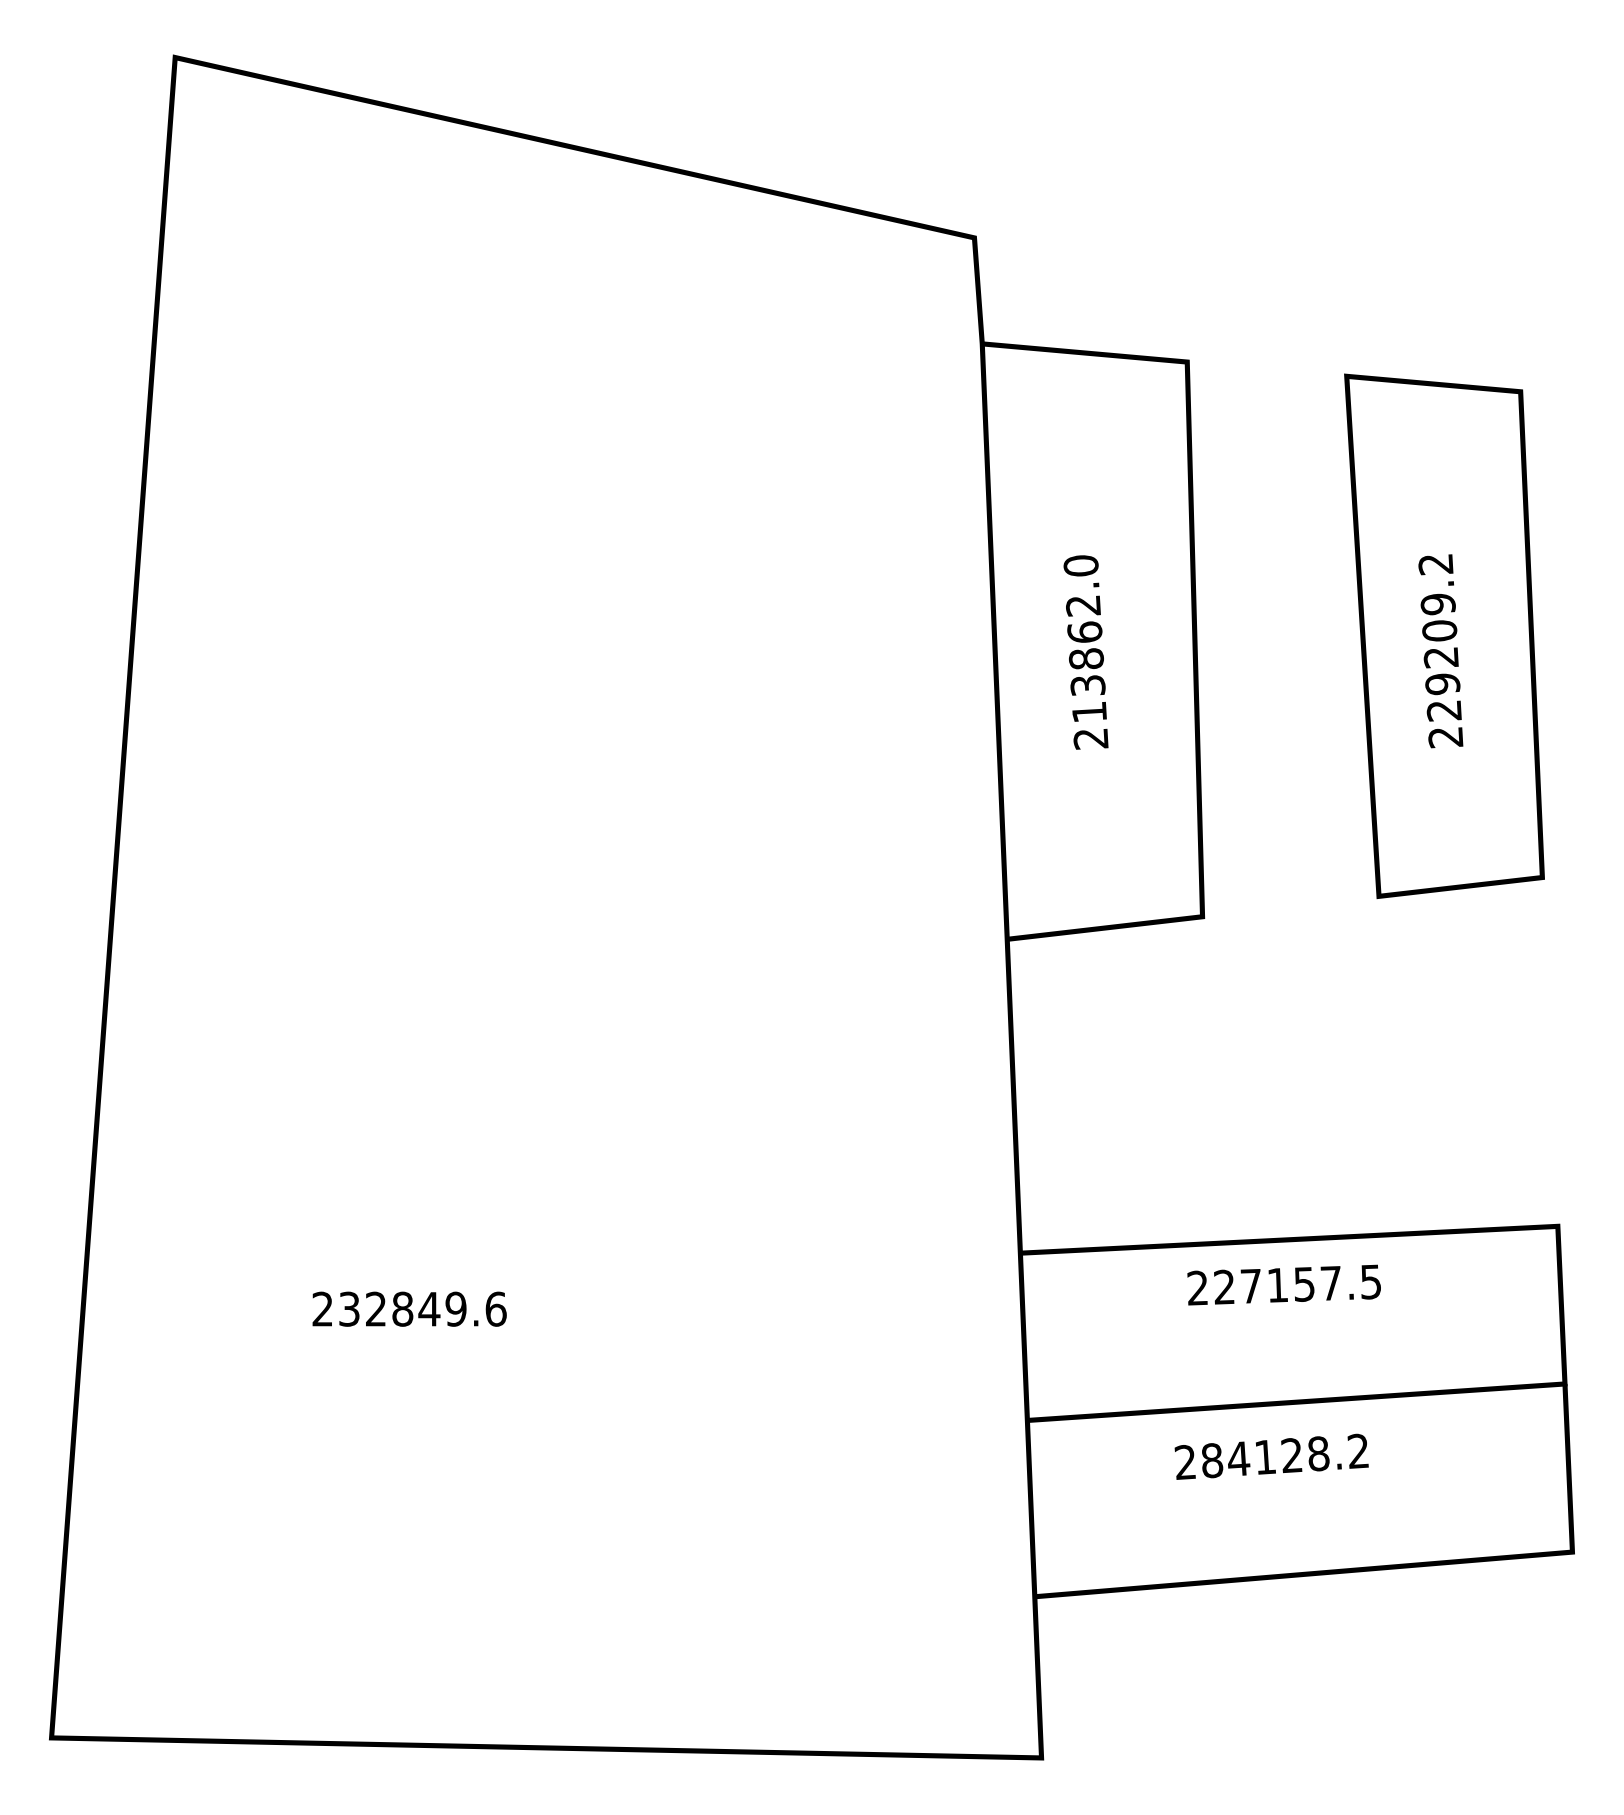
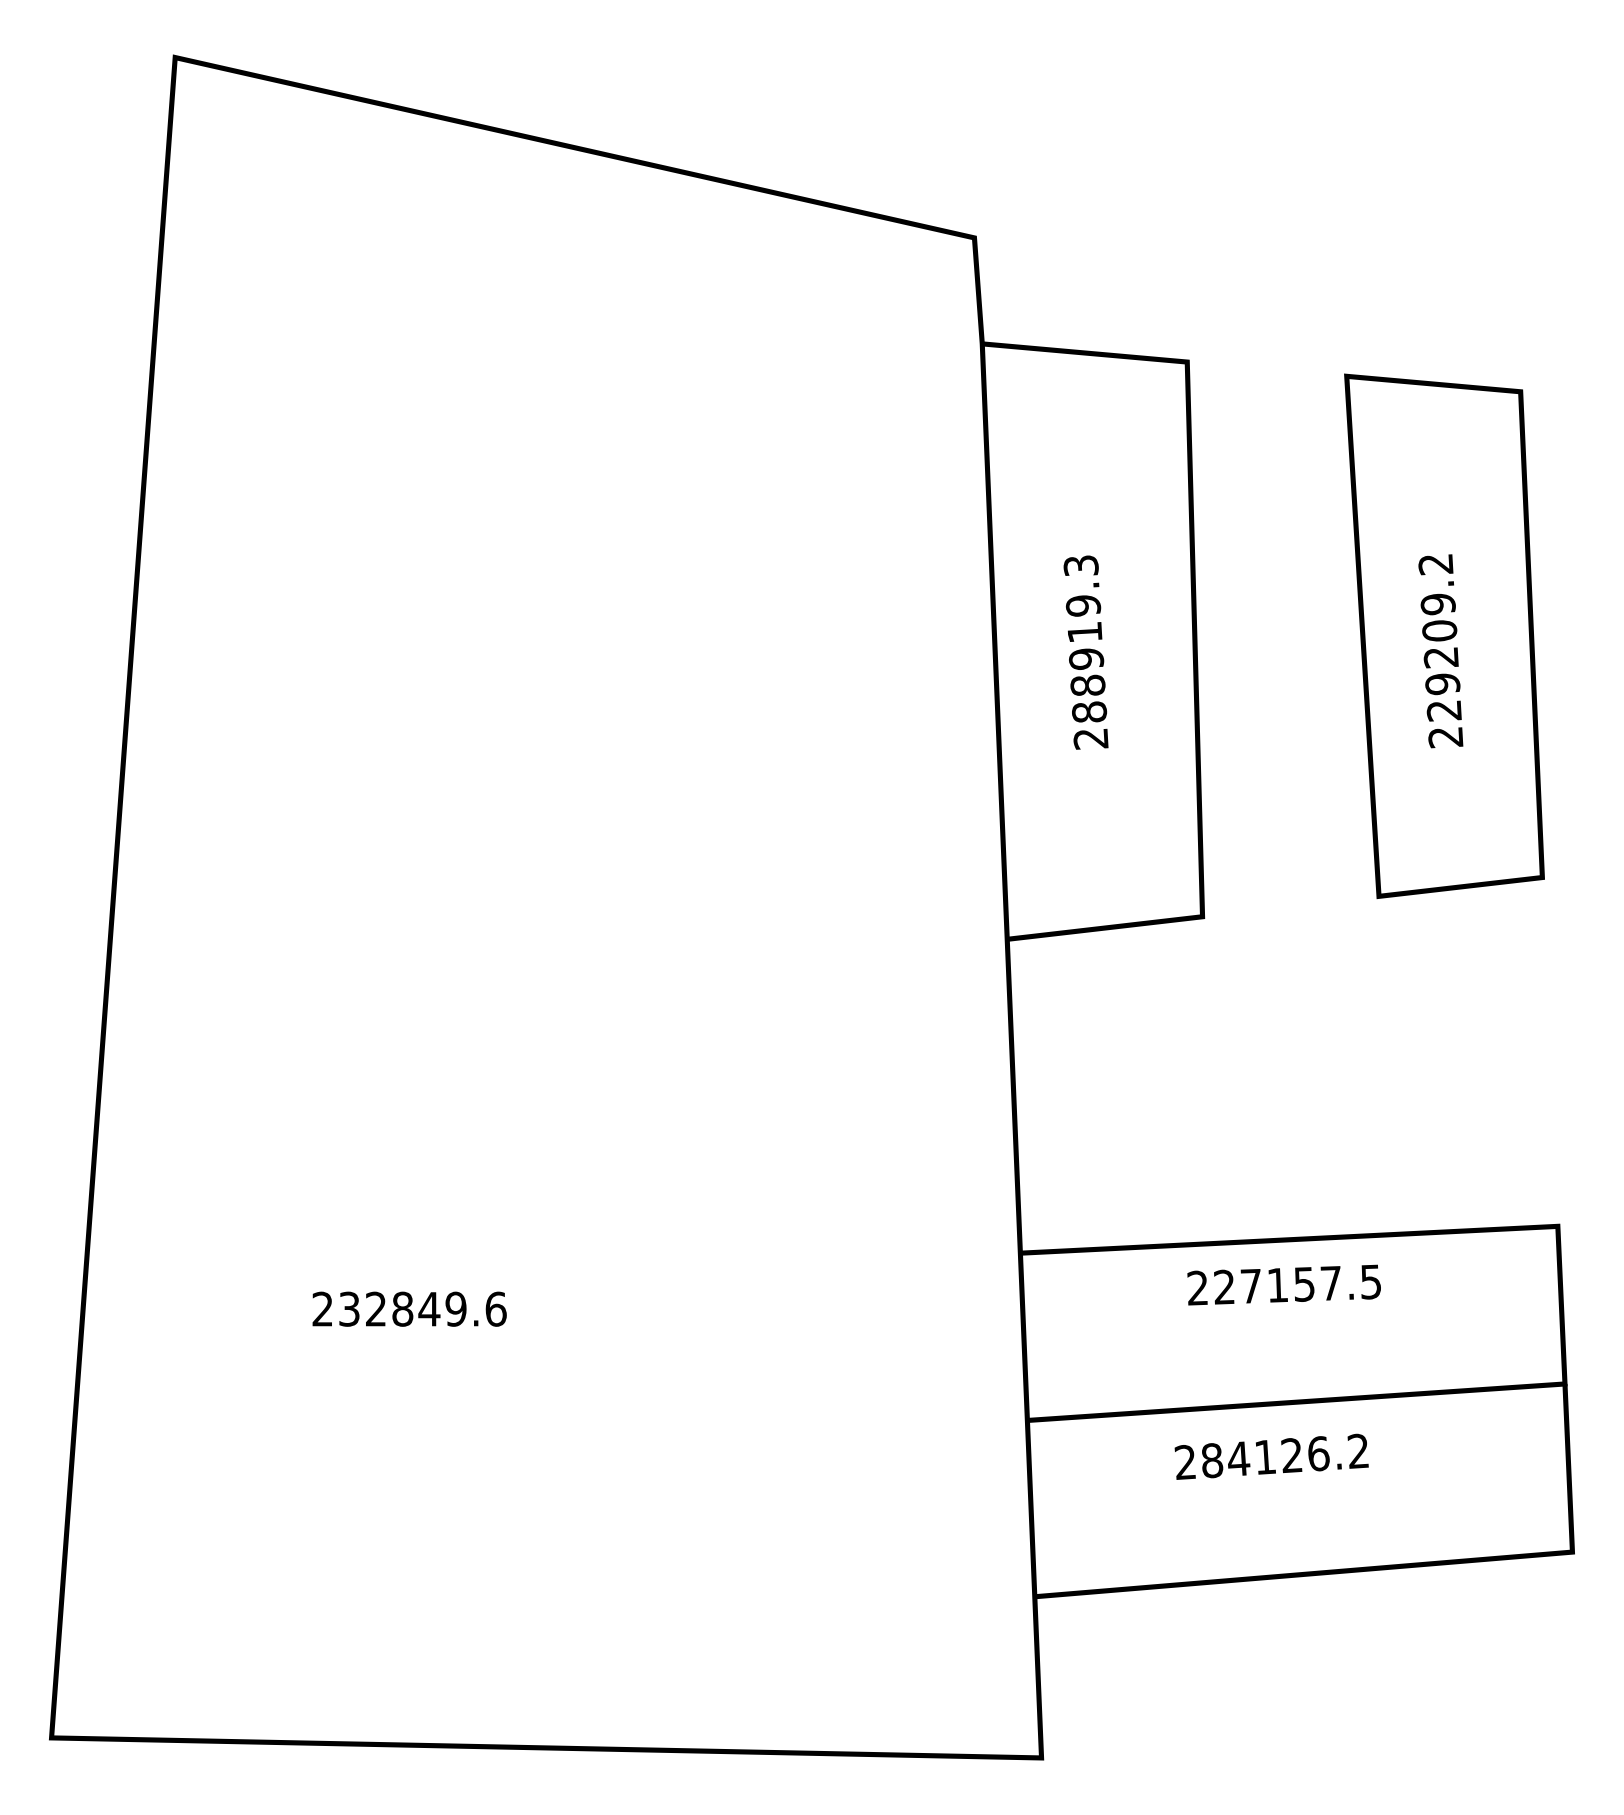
text at (1085, 638): 213862.0 -> 288919.3
text at (1318, 1453): 284128.2 -> 284126.2
